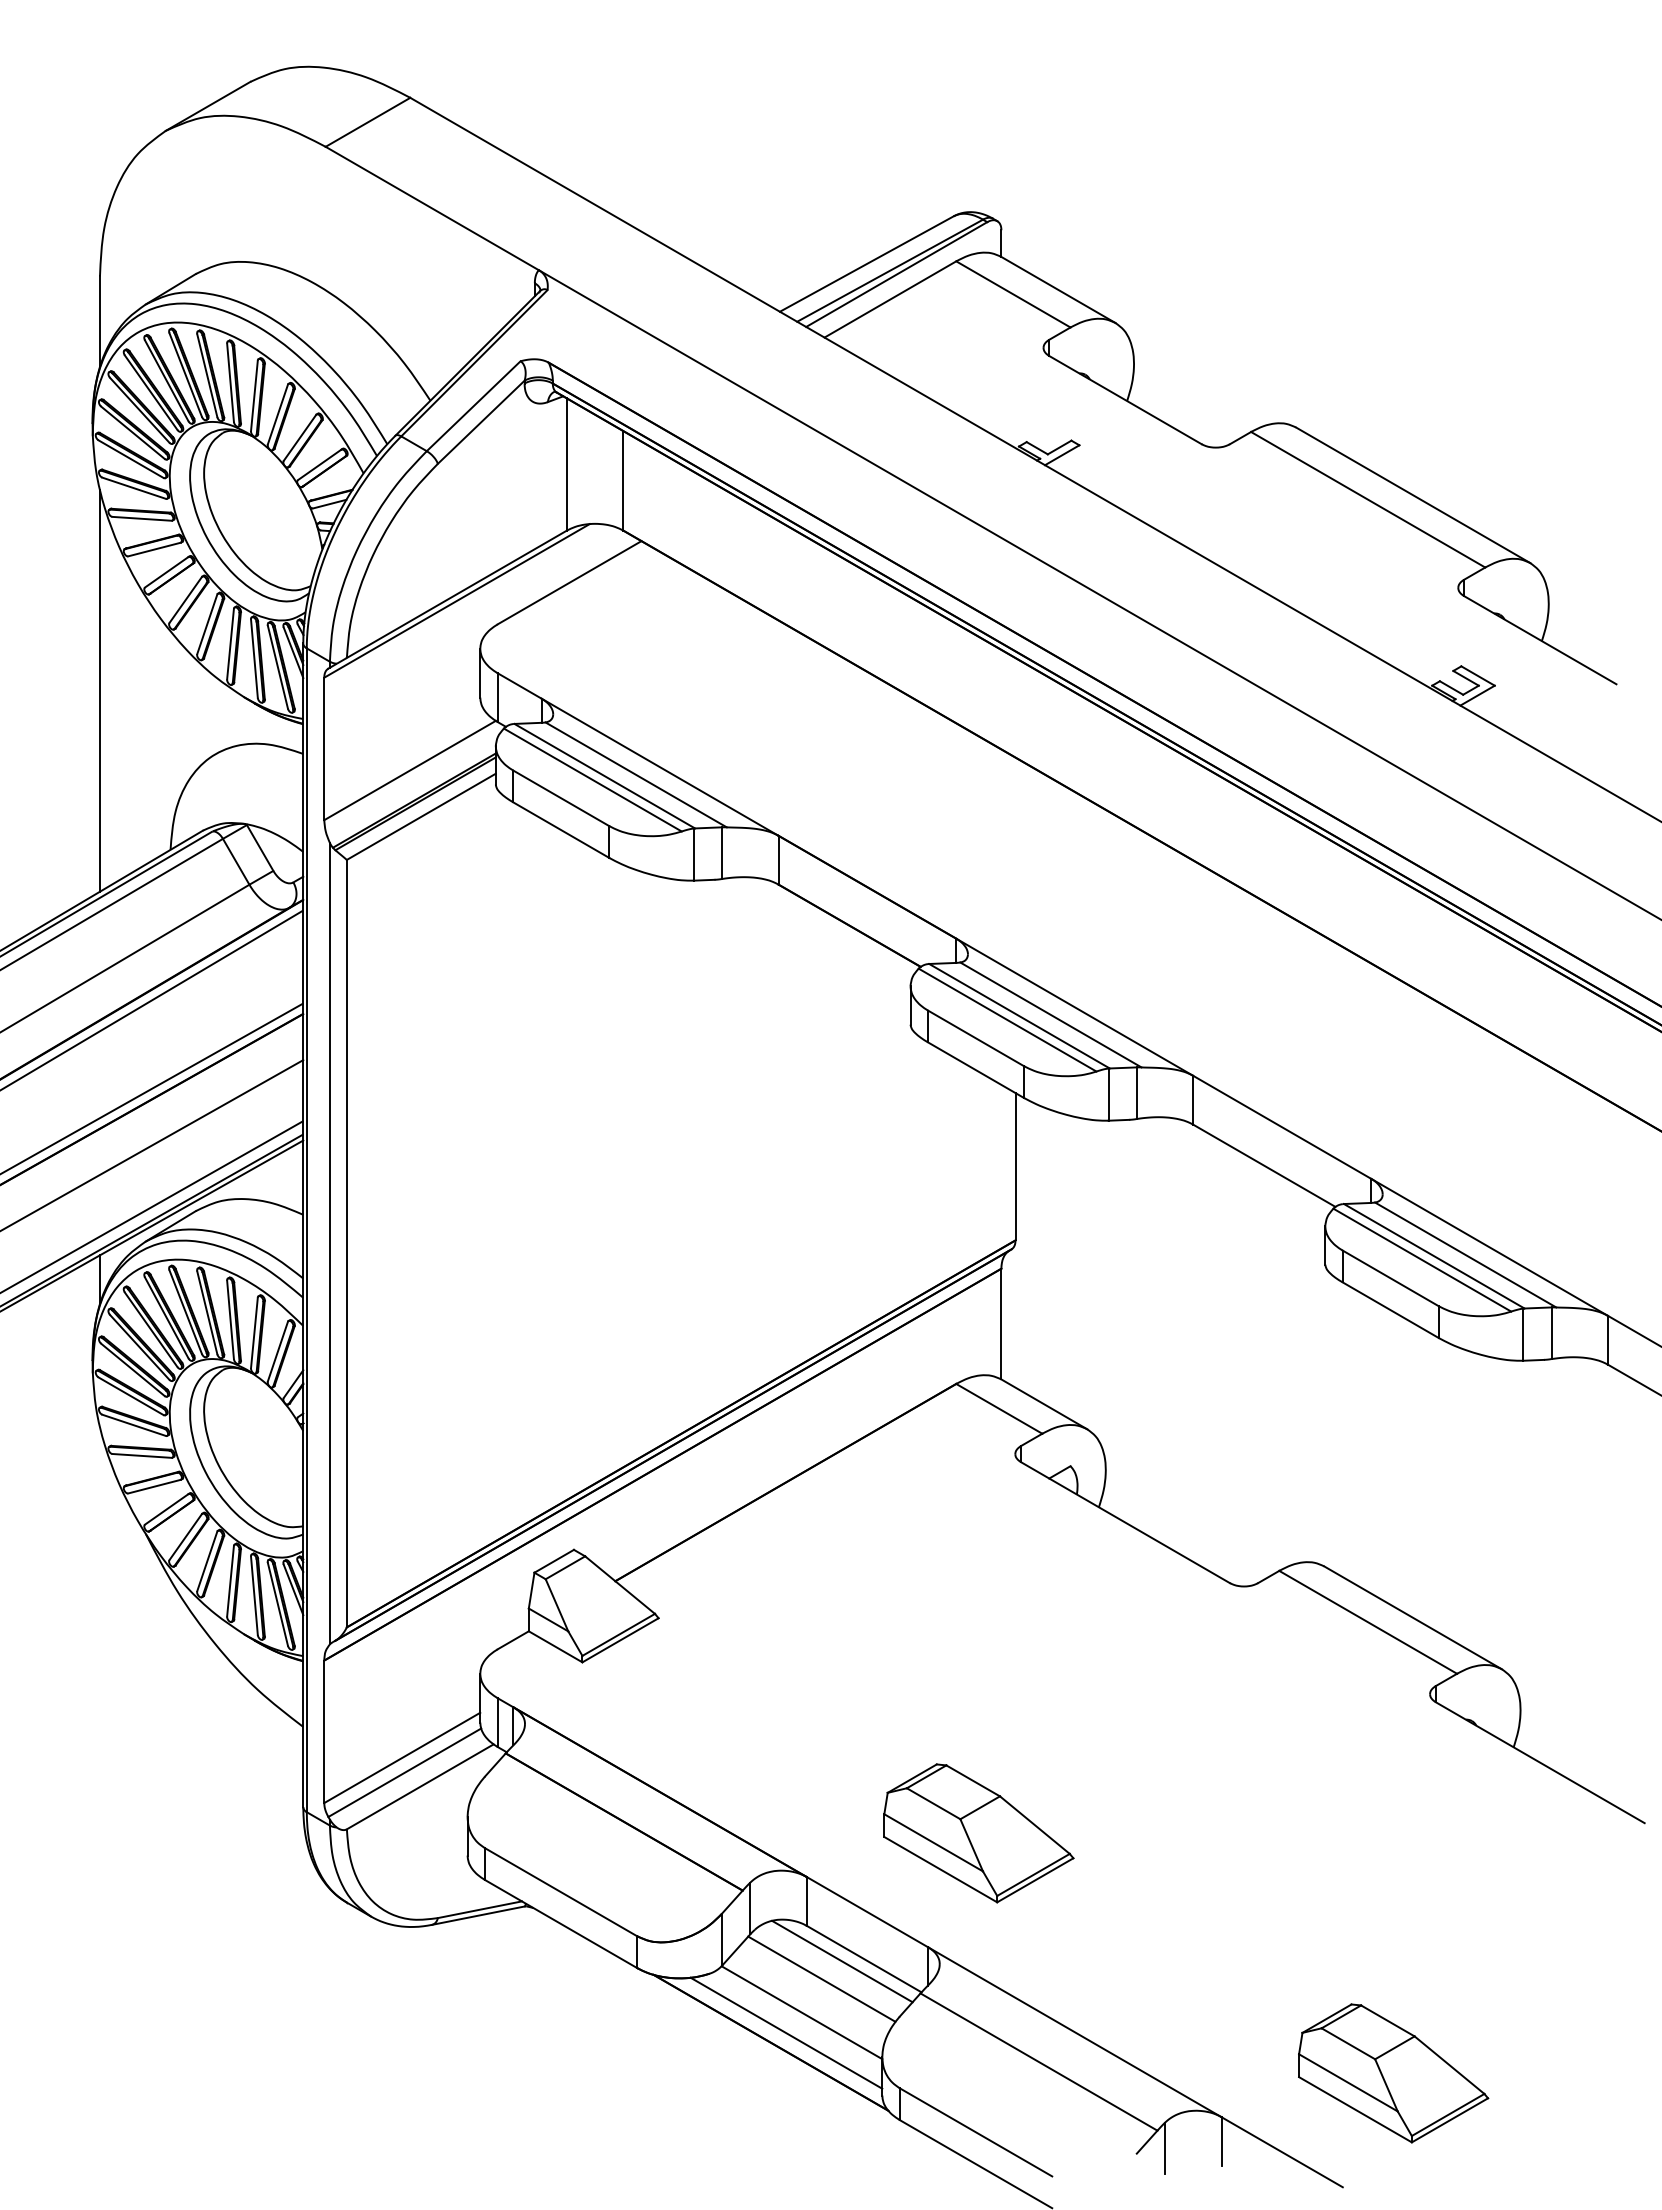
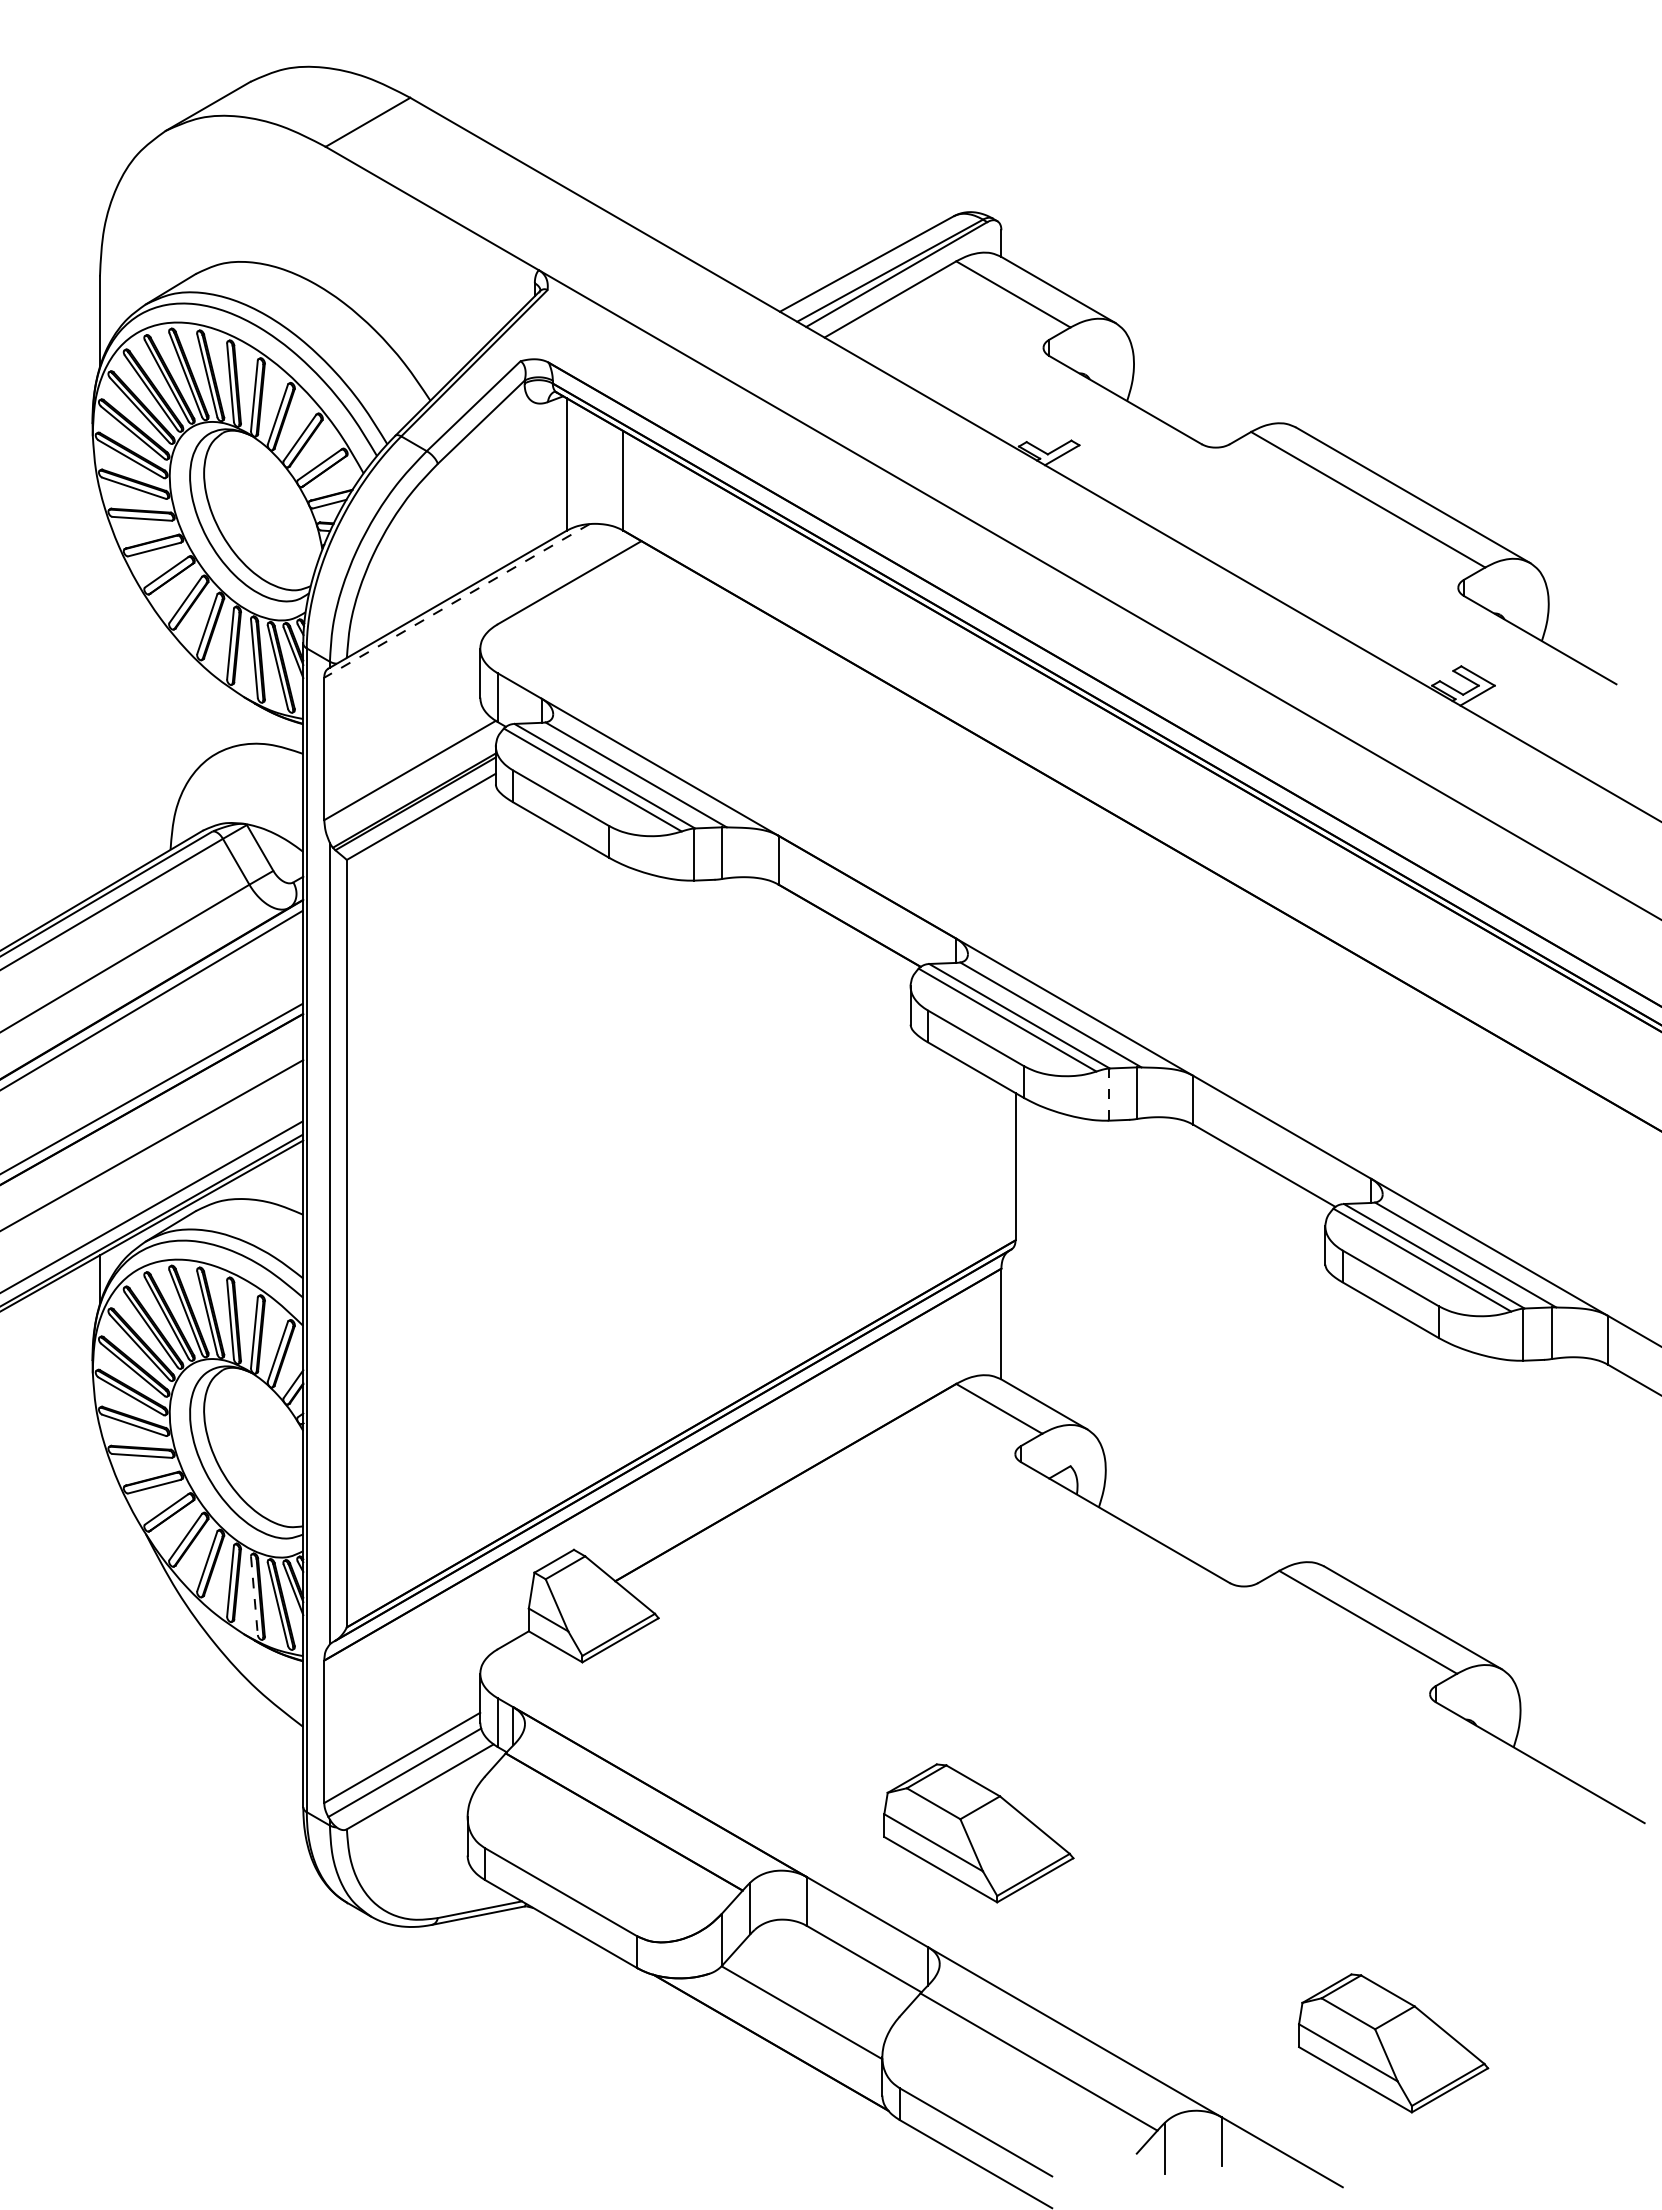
line at (456, 601): solid -> dashed
line at (99, 690): present -> none
line at (1108, 1094): solid -> dashed
line at (254, 1596): solid -> dashed
line at (842, 1961): present -> none
line at (821, 1978): present -> none
line at (786, 2032): present -> none
part at (1393, 2073) position: (1393, 2073) -> (1393, 2043)
